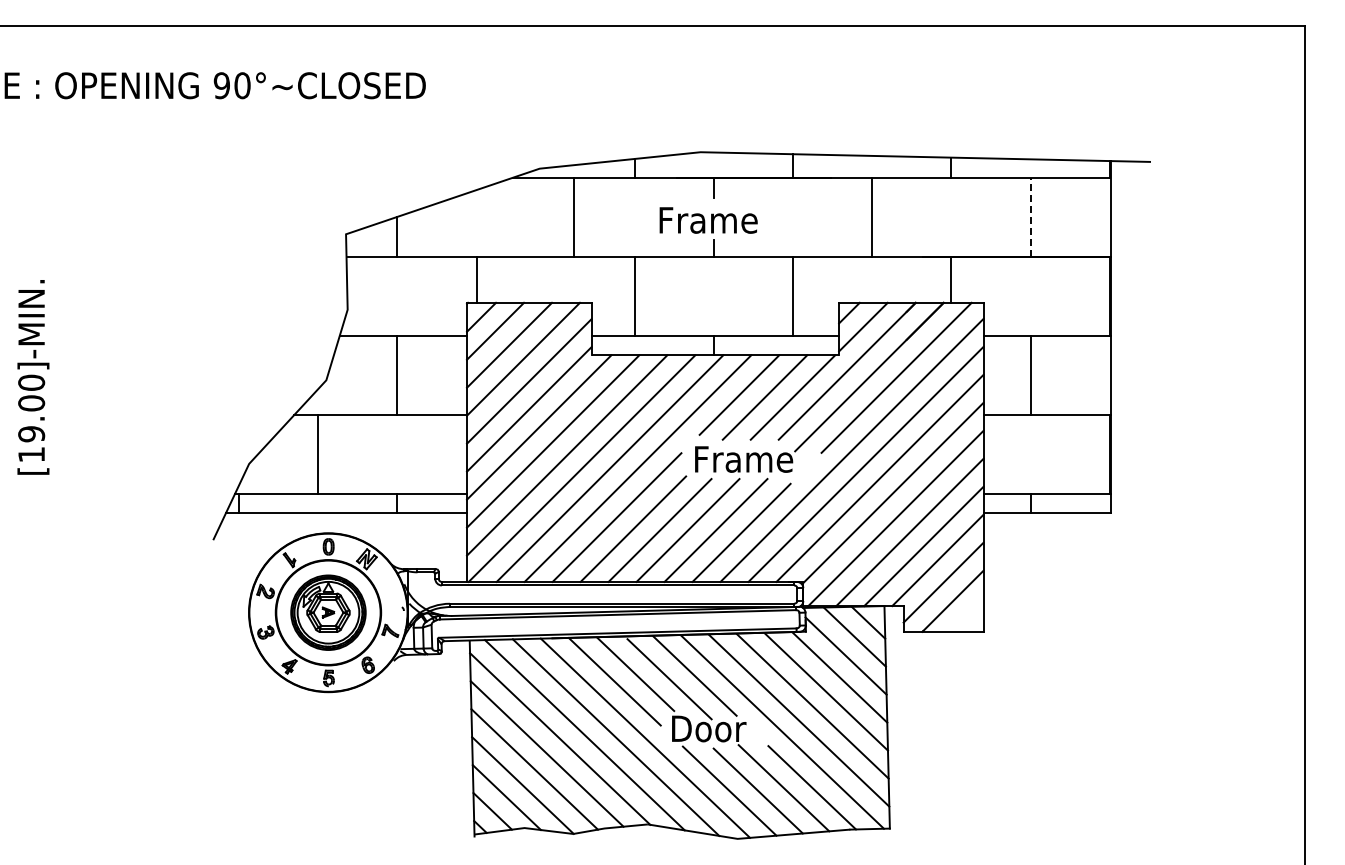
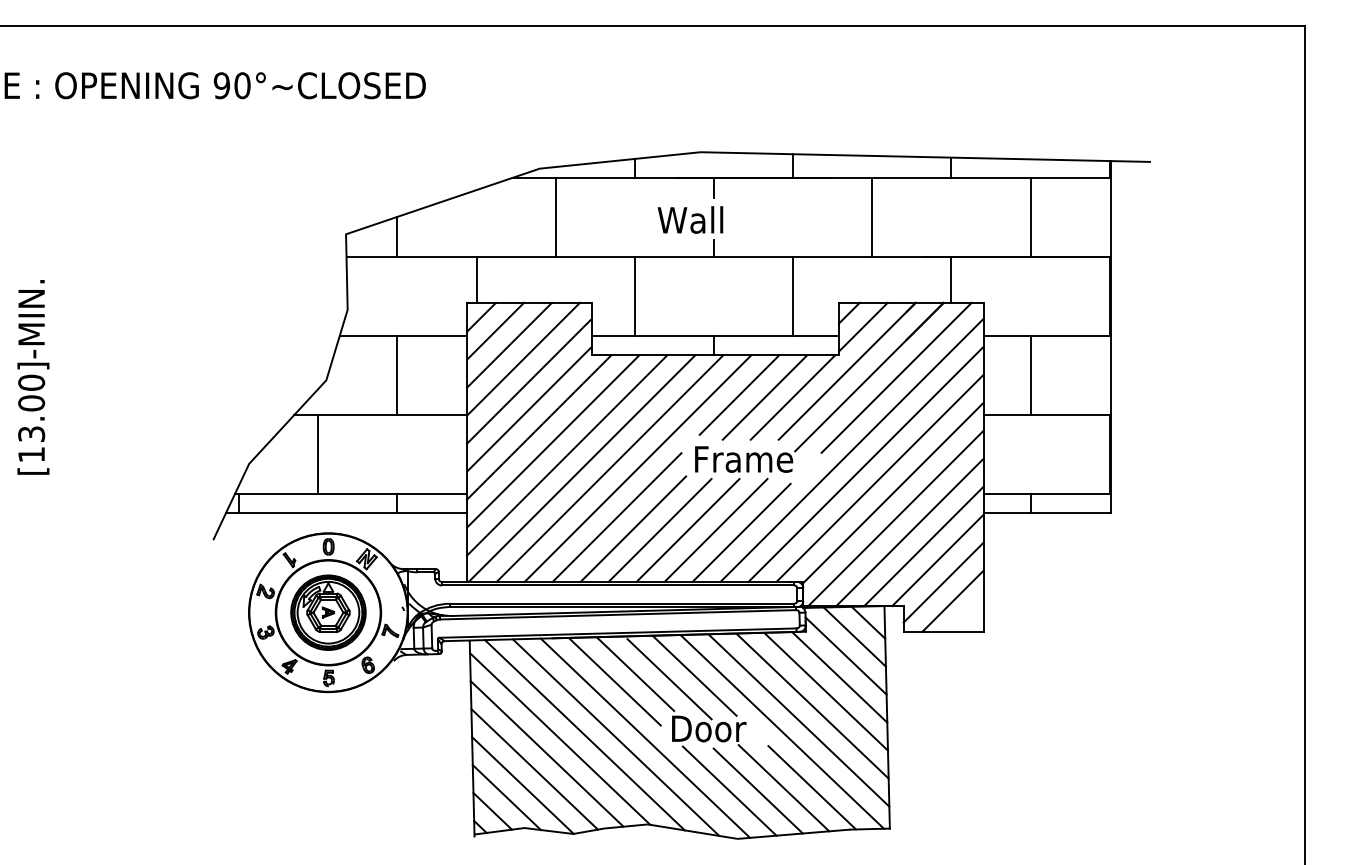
line at (573, 216) position: (573, 216) -> (555, 216)
line at (1030, 217): dashed -> solid
text at (707, 219): Frame -> Wall
text at (31, 434): [19.00]-MIN. -> [13.00]-MIN.
